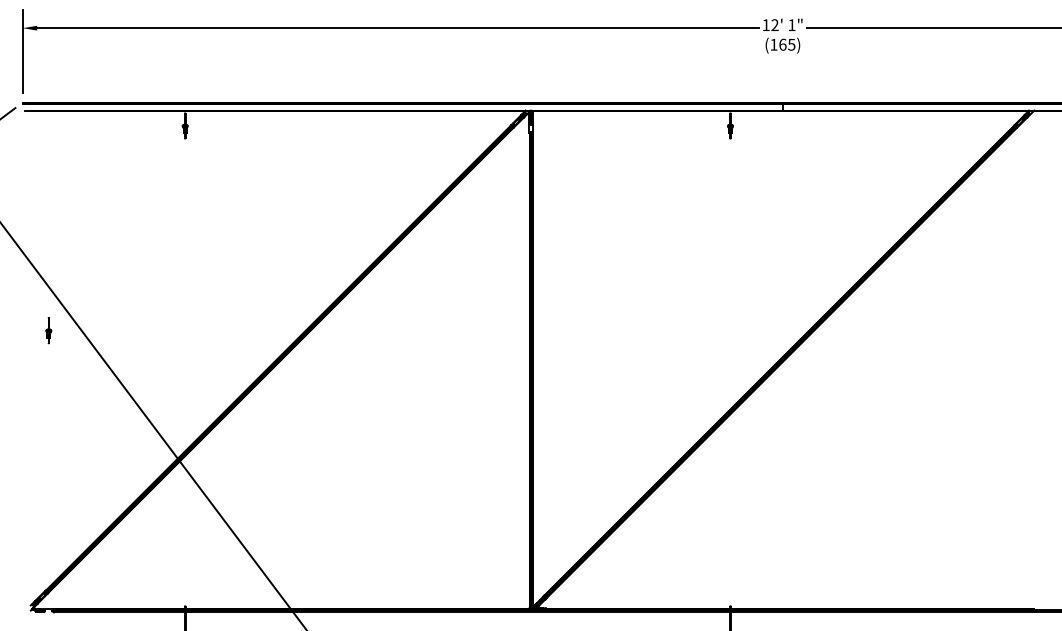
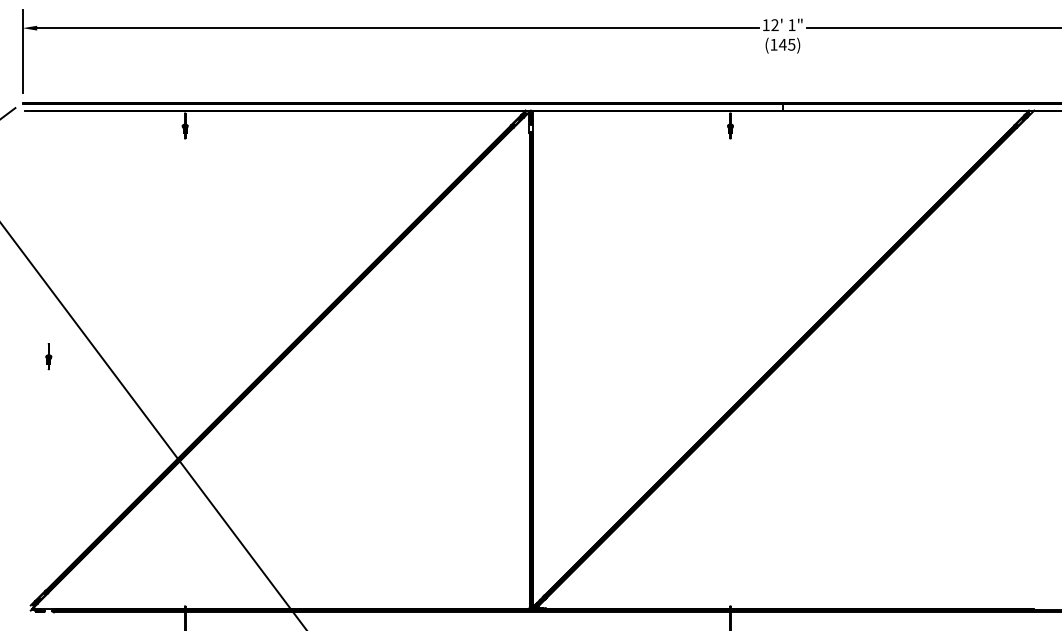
text at (782, 44): (165) -> (145)
part at (48, 330) position: (48, 330) -> (48, 356)
